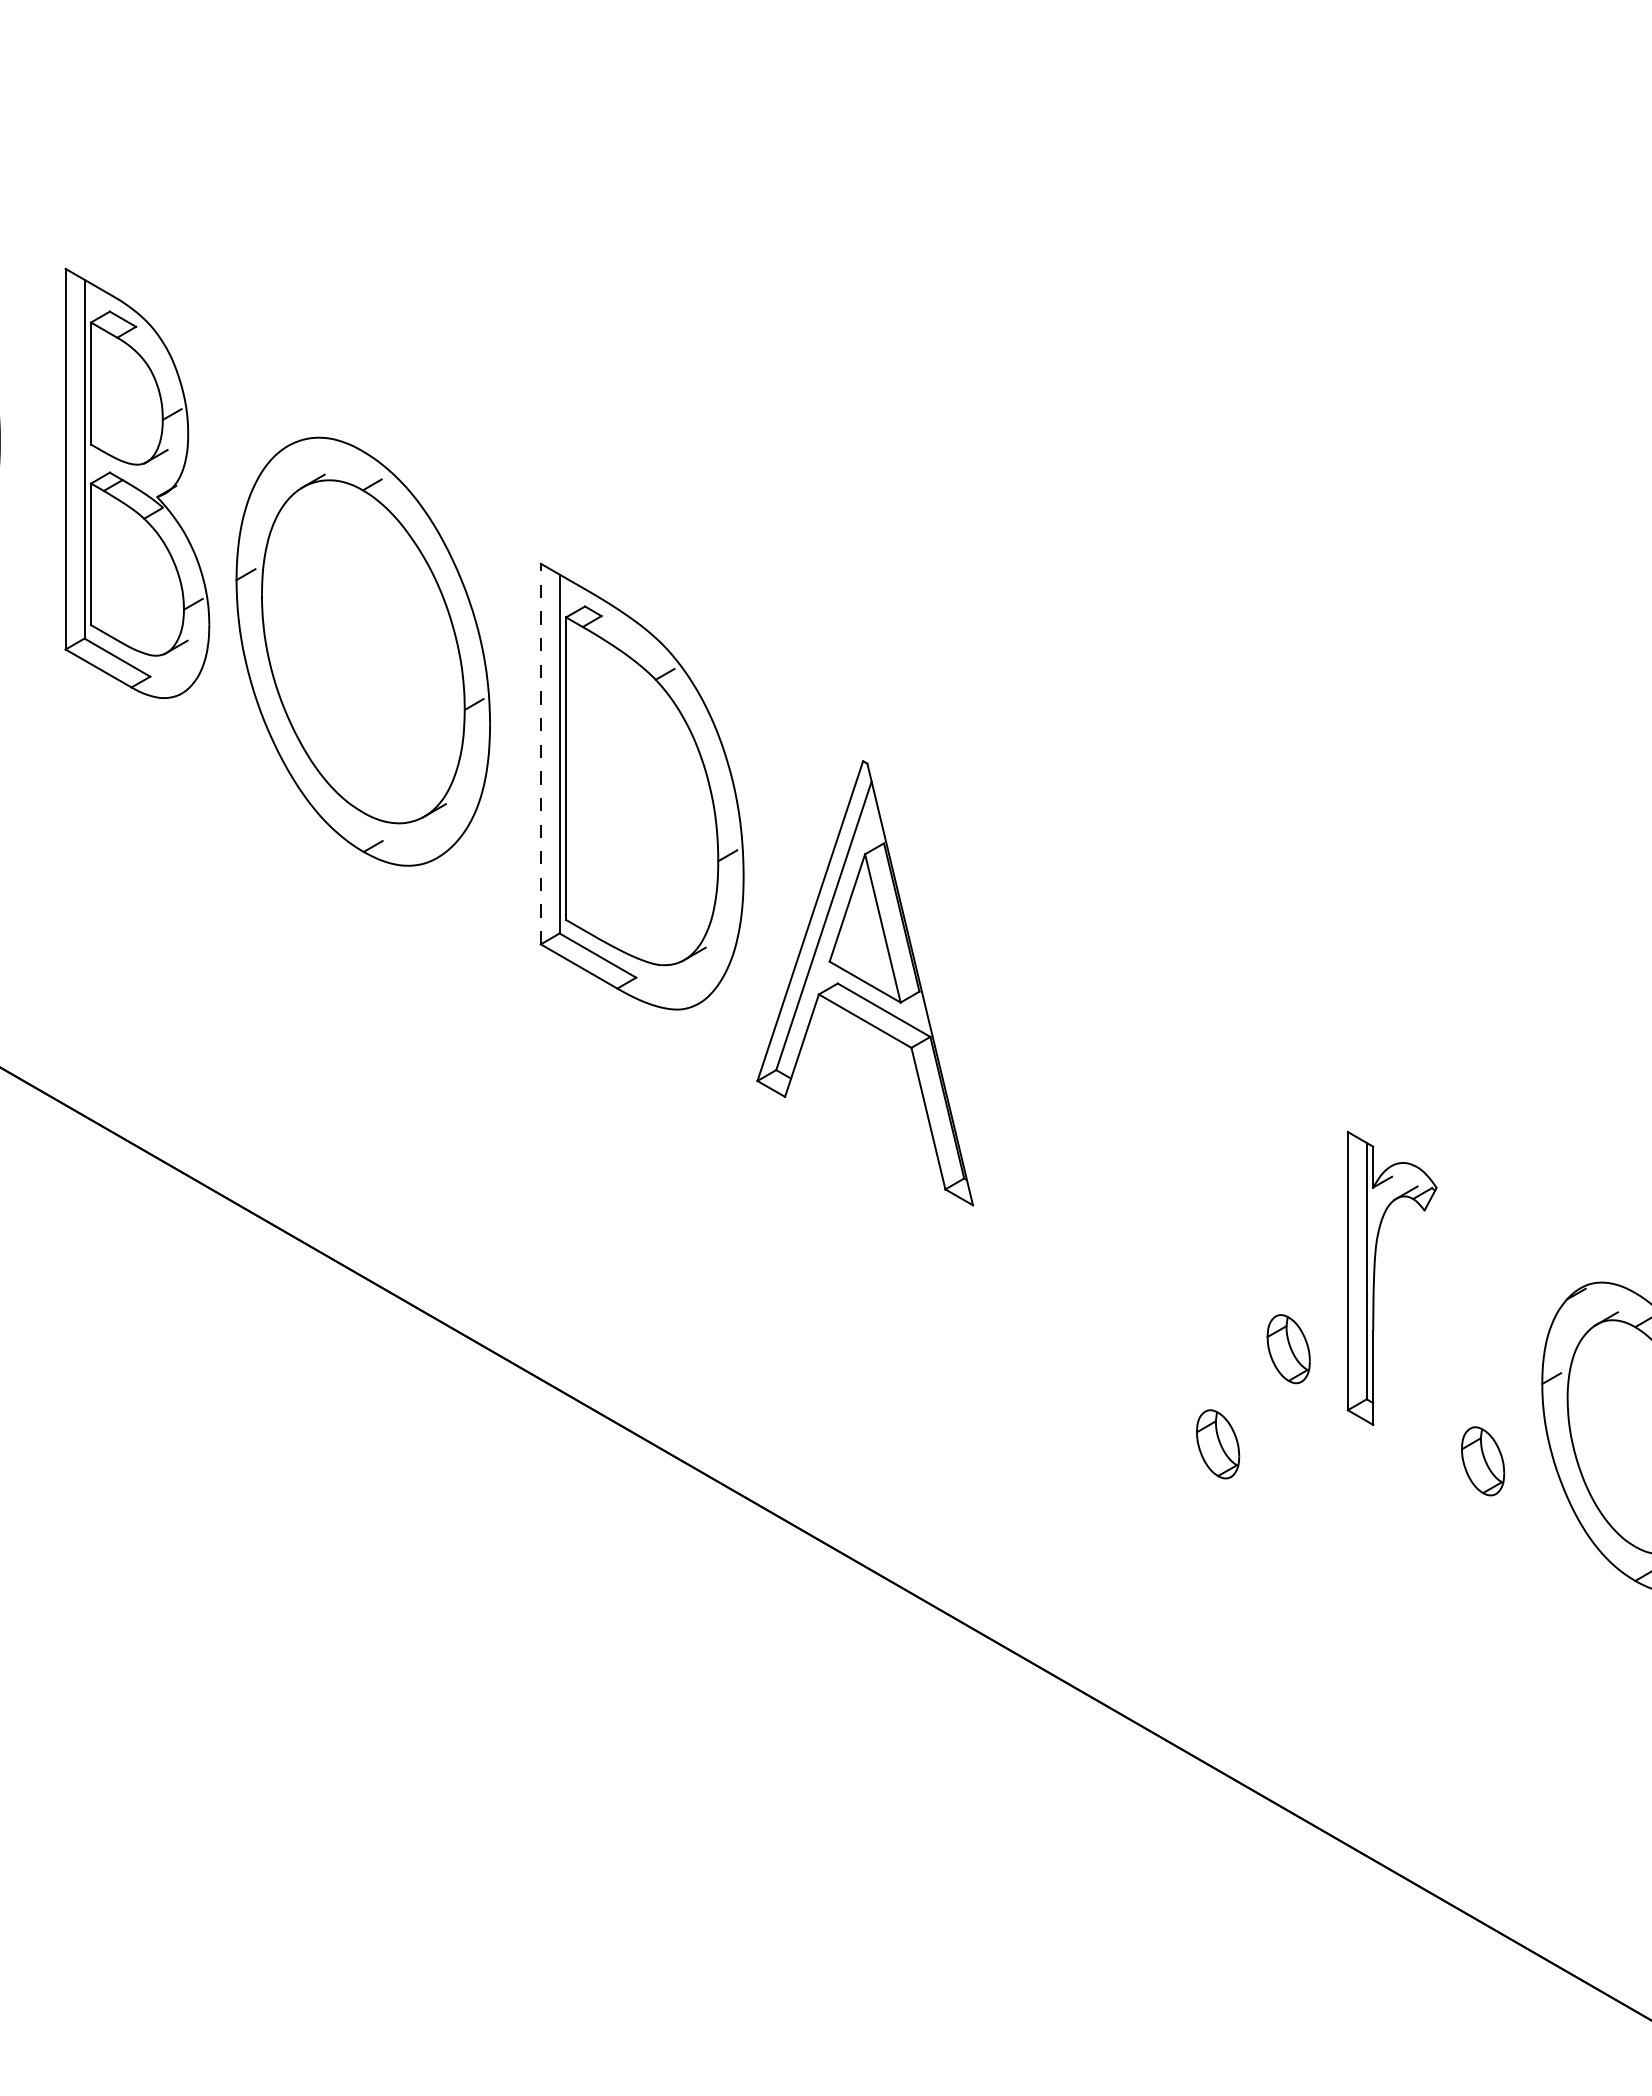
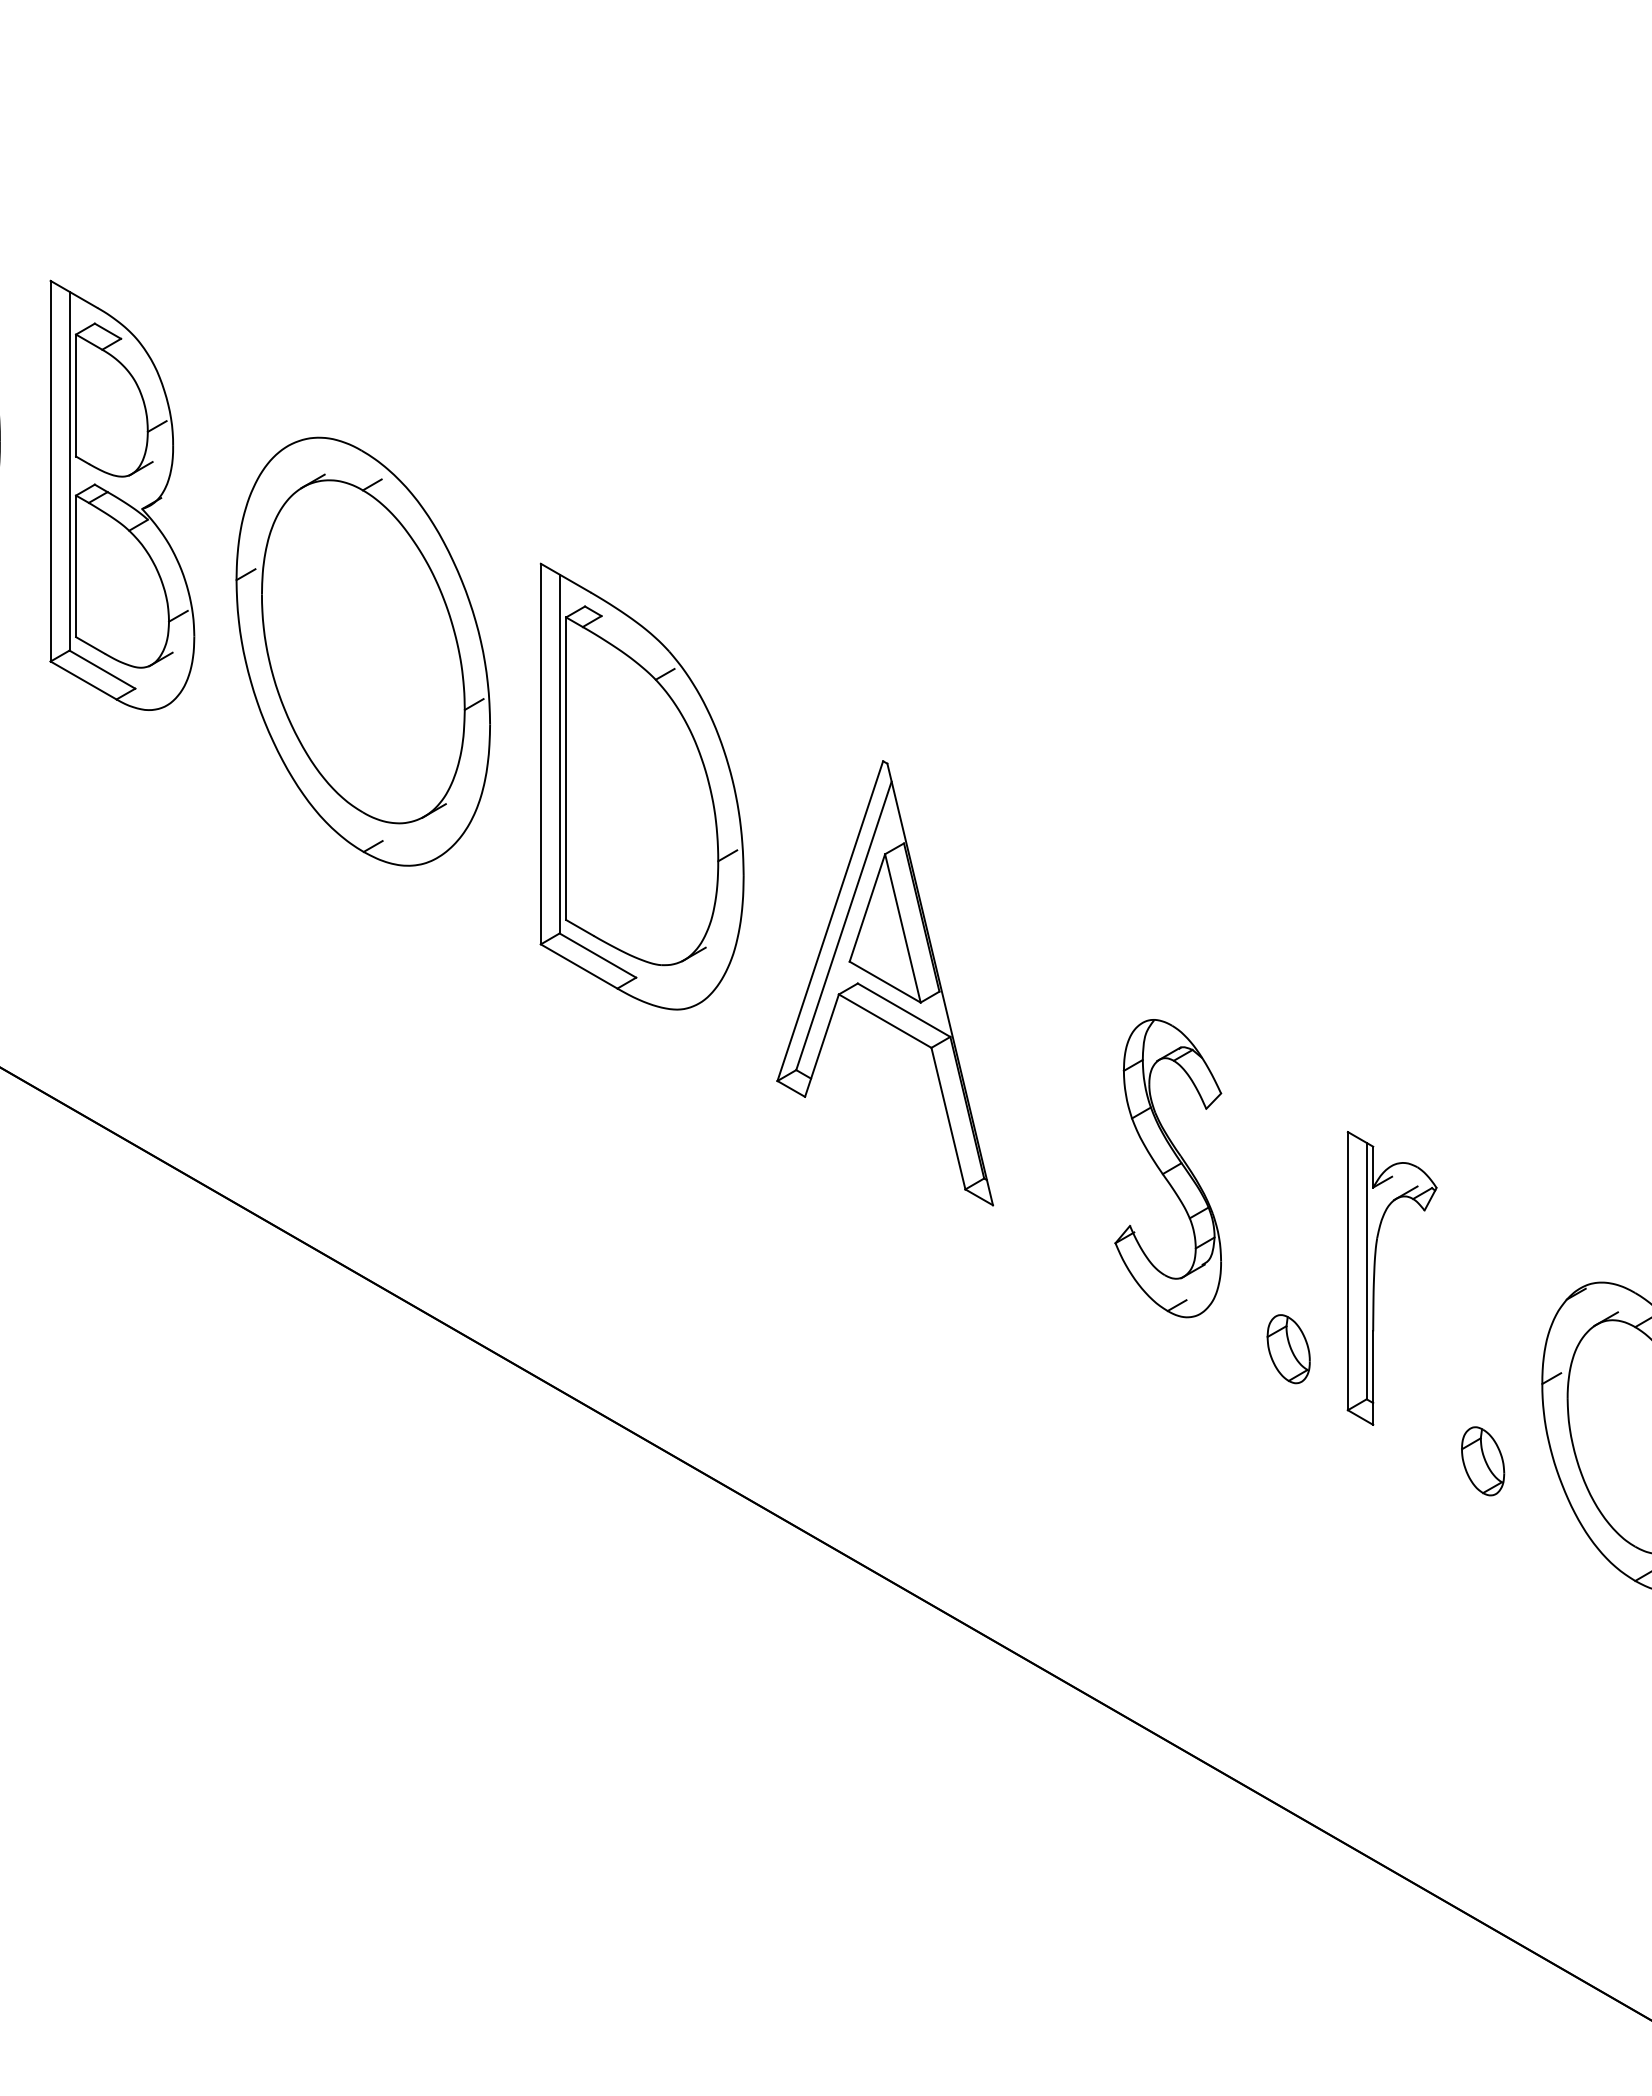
part at (137, 482) position: (137, 482) -> (122, 494)
line at (540, 753): dashed -> solid
part at (864, 983) position: (864, 983) -> (884, 983)
part at (1168, 1168): none -> present
part at (1218, 1444): present -> none
